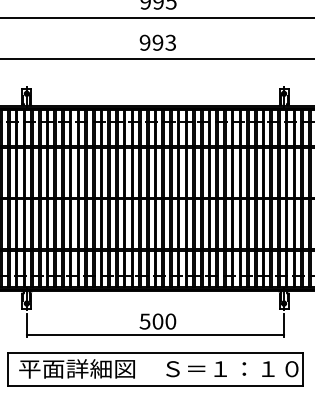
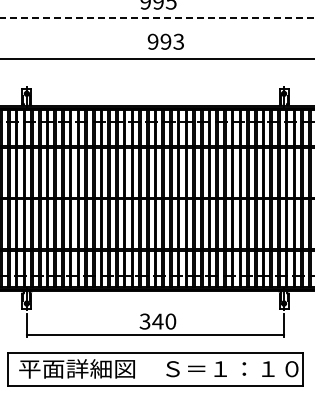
line at (158, 17): solid -> dashed
text at (157, 42) position: (157, 42) -> (165, 41)
text at (151, 321): 500 -> 340
